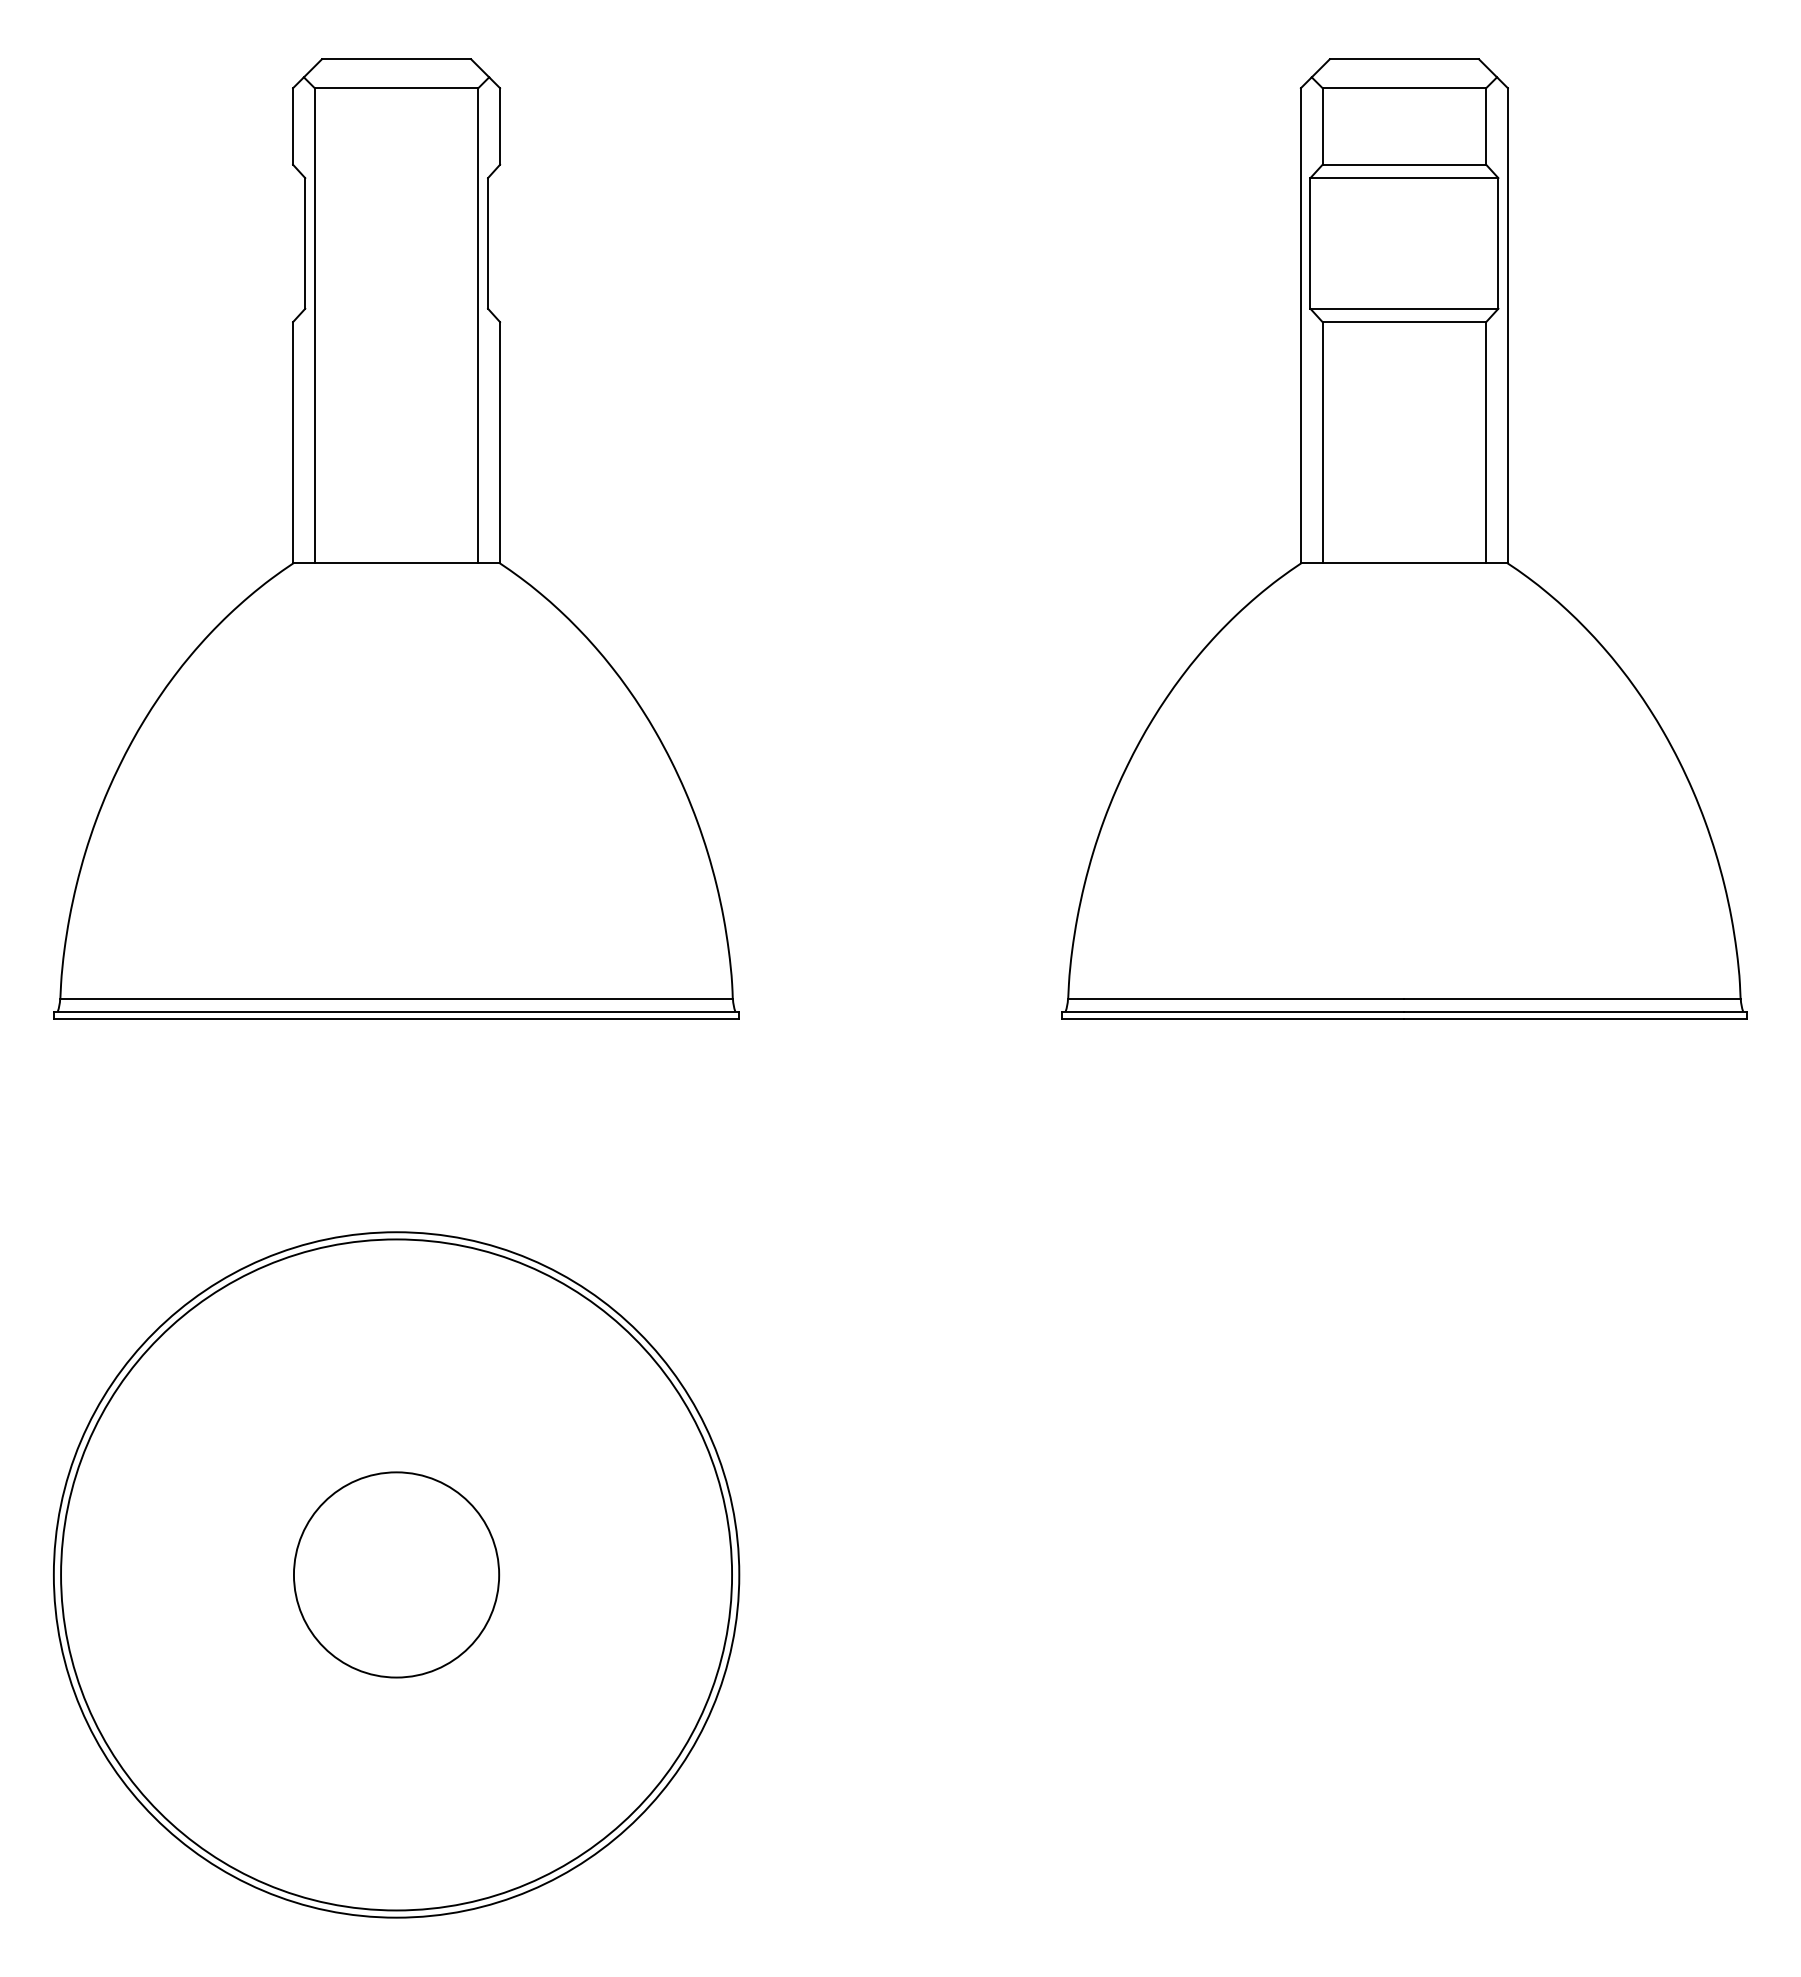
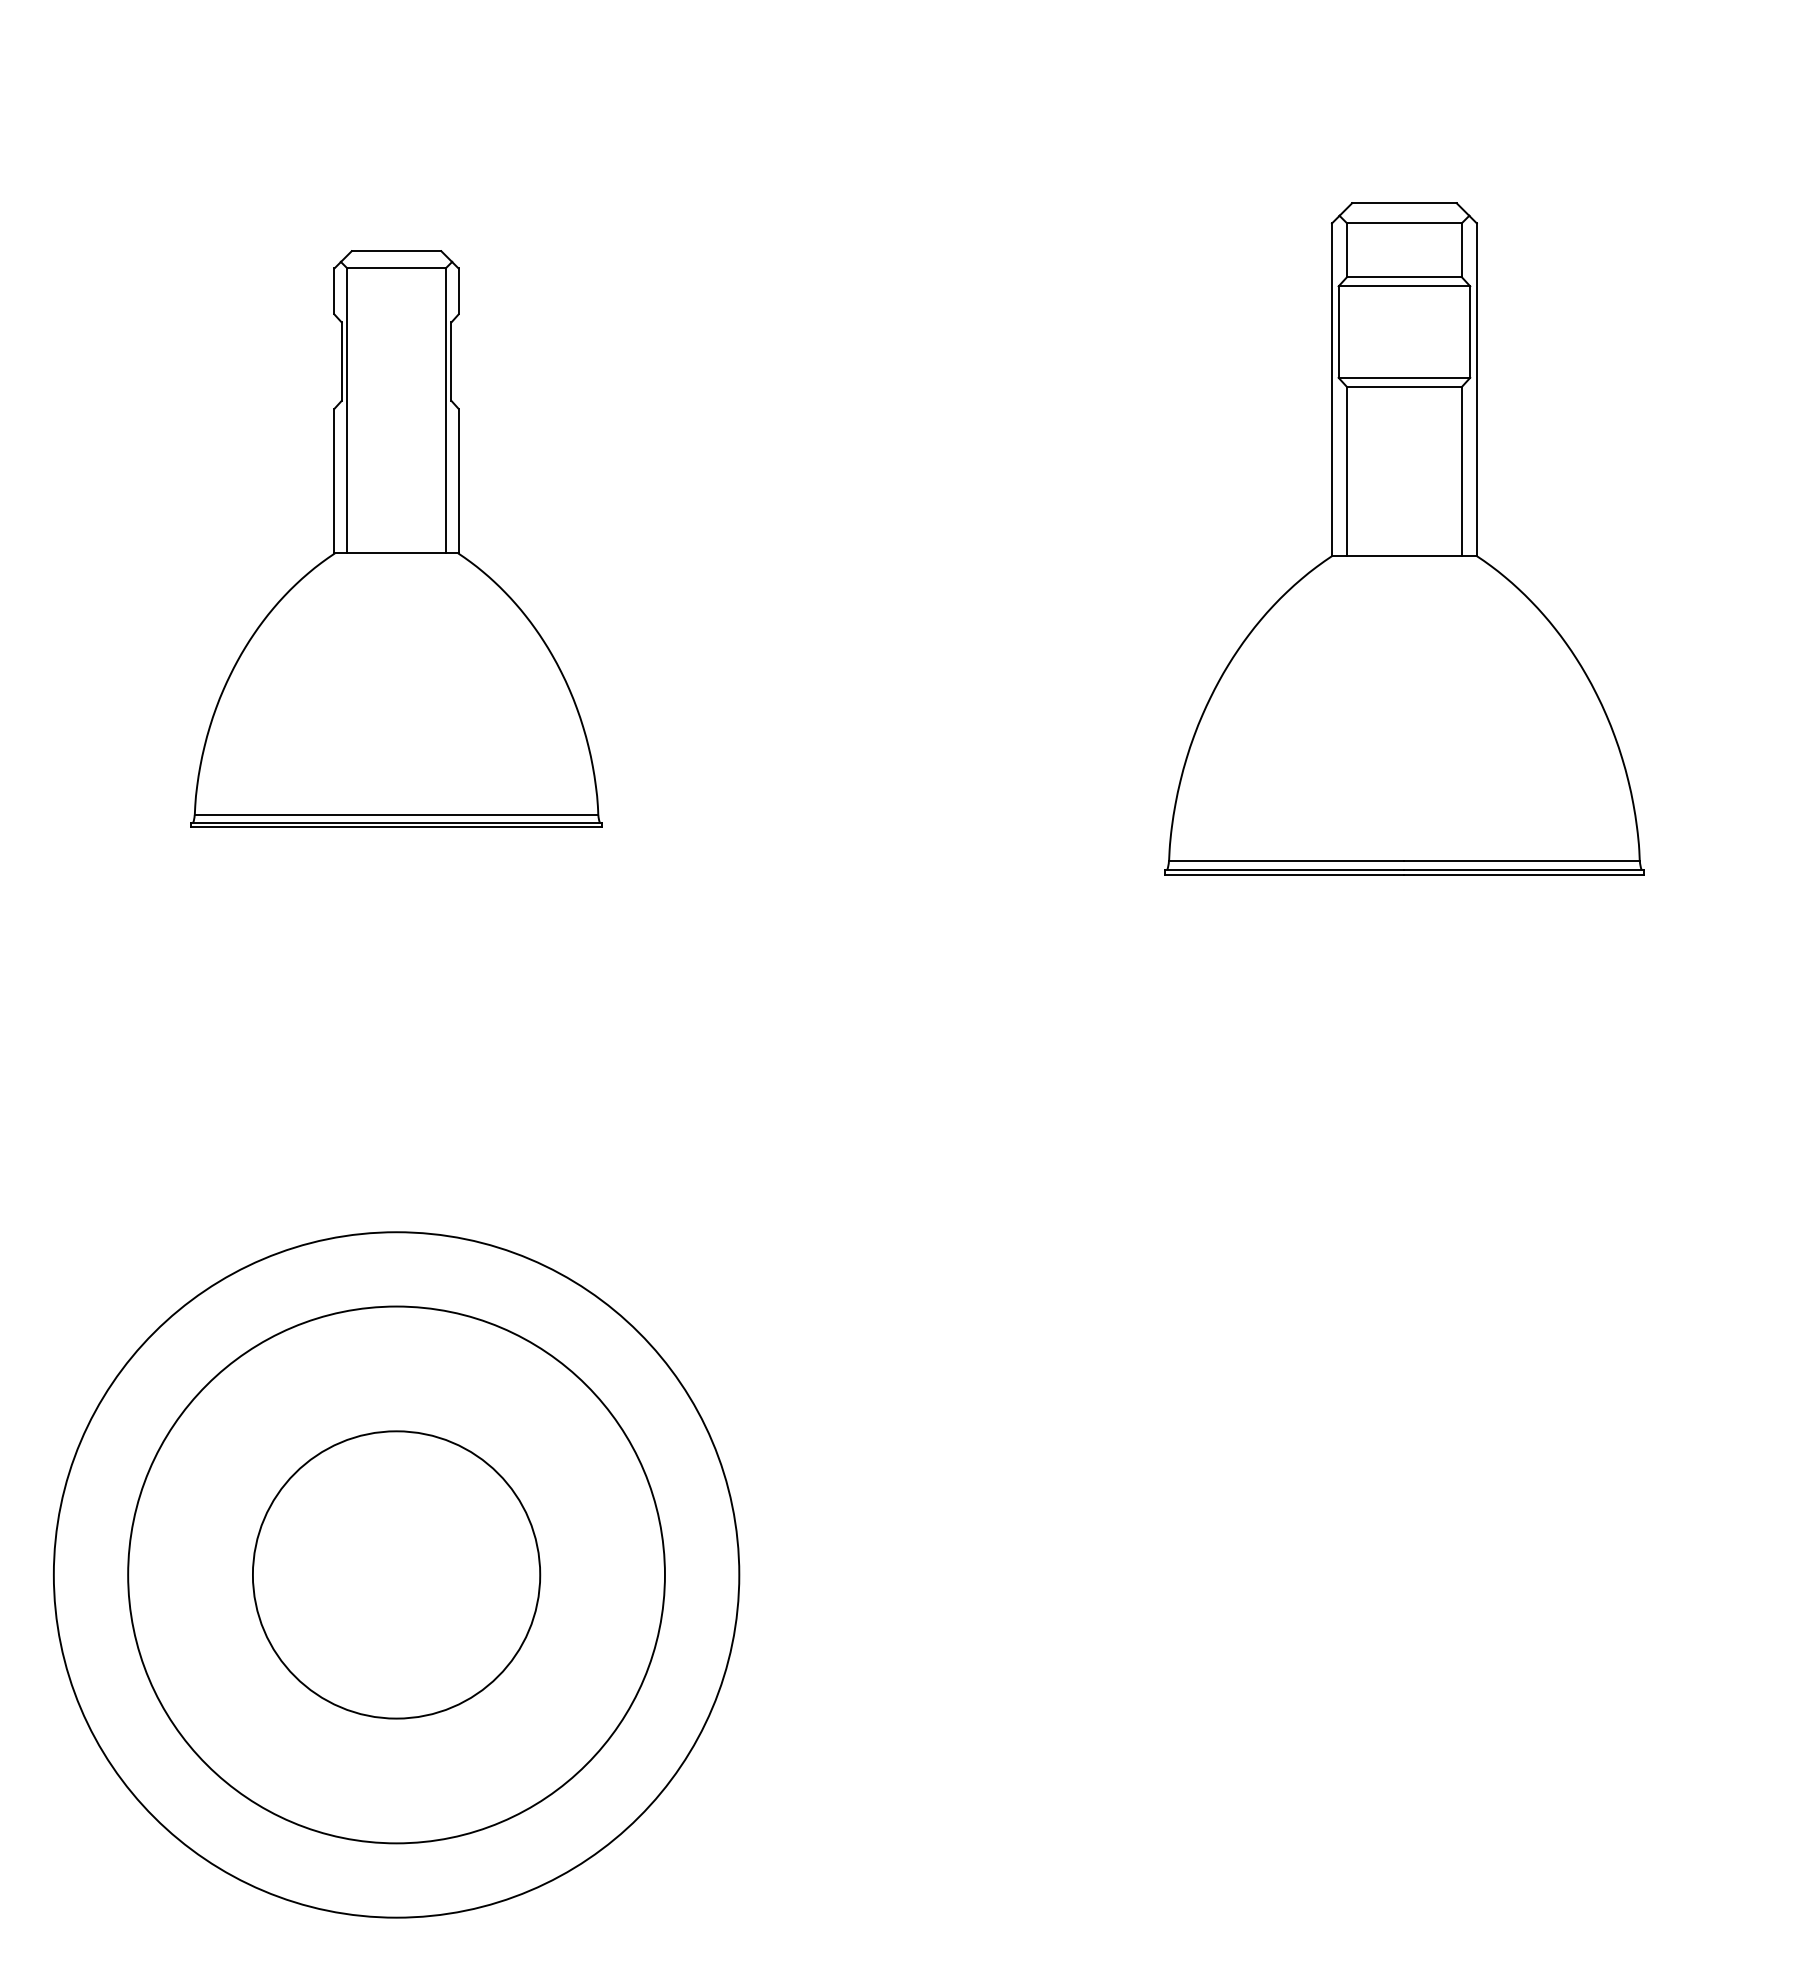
part at (396, 538) size: 687x962 px -> 413x578 px
part at (1404, 538) size: 687x962 px -> 481x674 px
circle at (396, 1574) diameter: 205 px -> 287 px
circle at (396, 1574) diameter: 671 px -> 537 px
